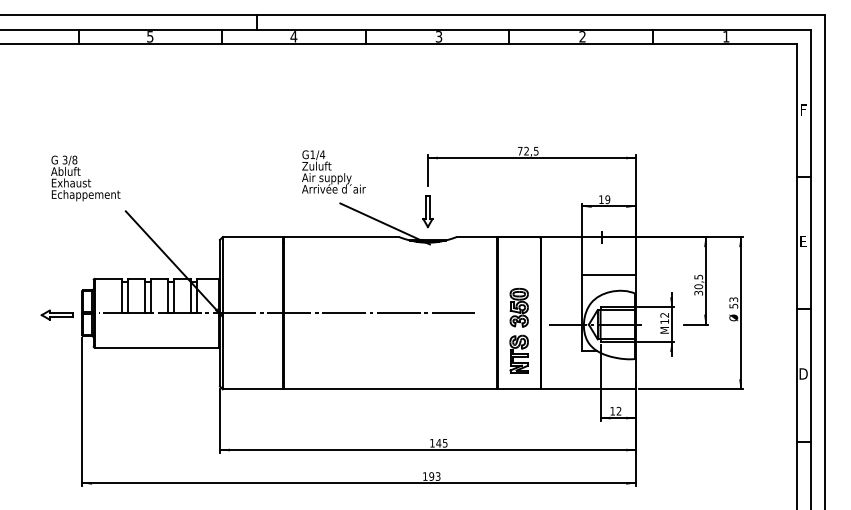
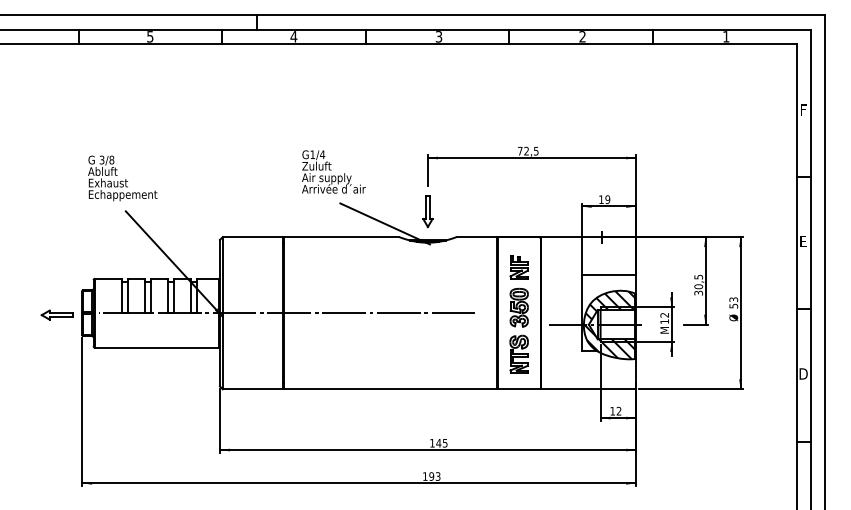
part at (85, 178) position: (85, 178) -> (122, 178)
part at (518, 267): none -> present
hatch at (609, 325): none -> present
